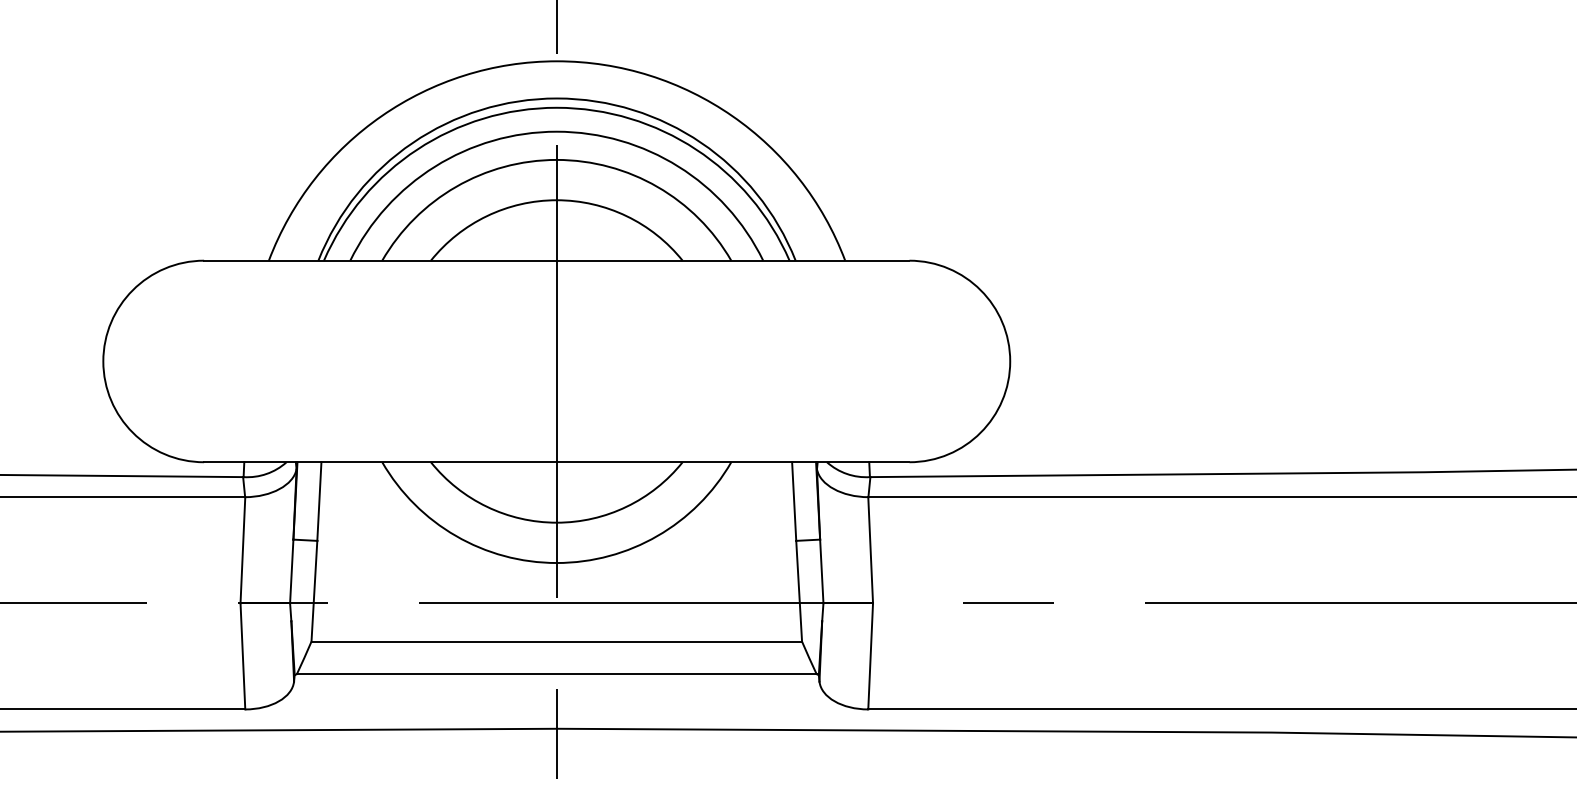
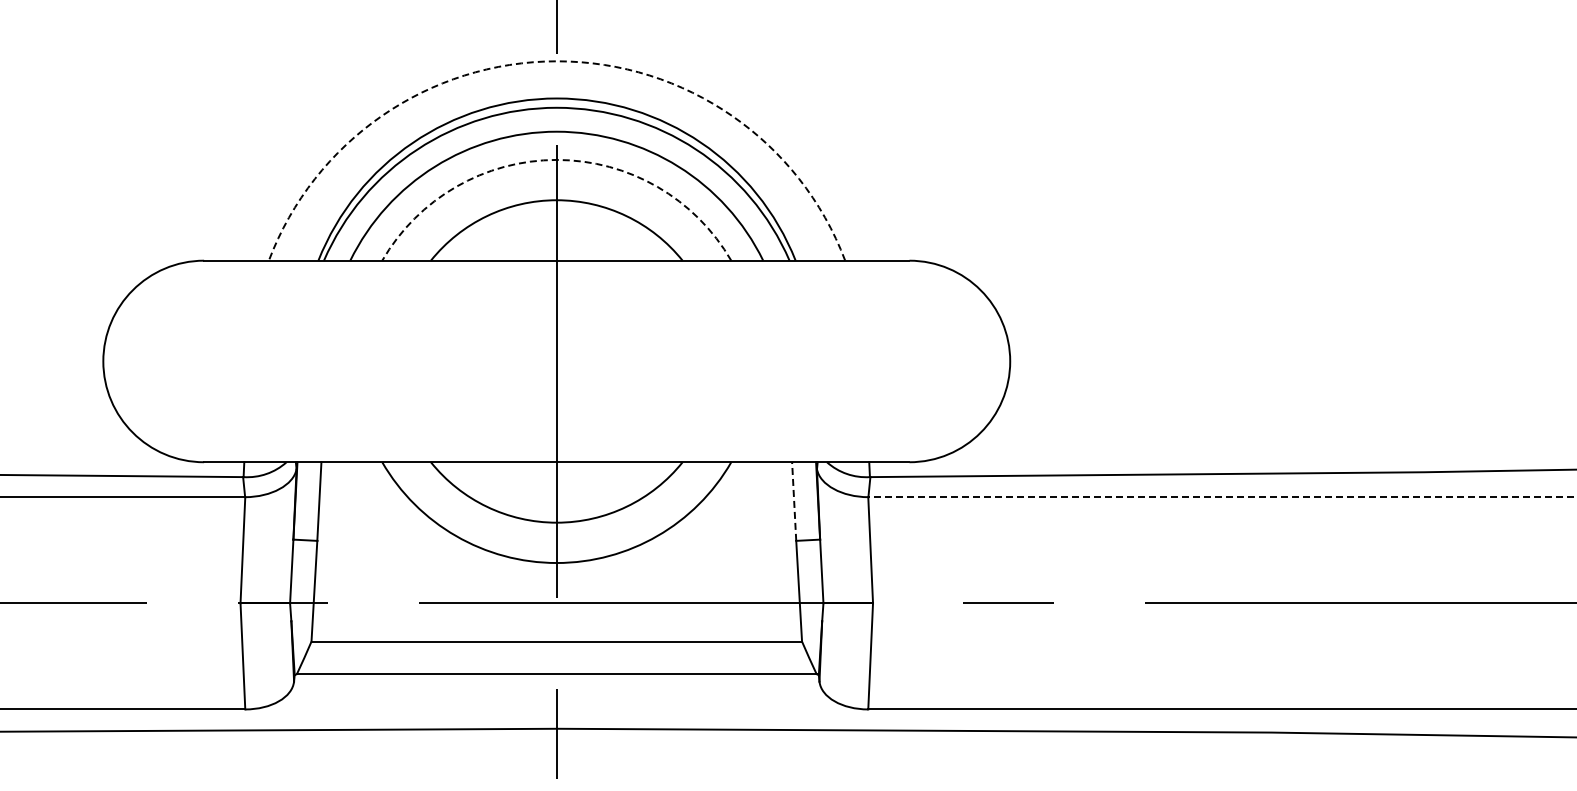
arc at (557, 61): solid -> dashed
arc at (556, 159): solid -> dashed
line at (1222, 497): solid -> dashed
line at (794, 501): solid -> dashed
